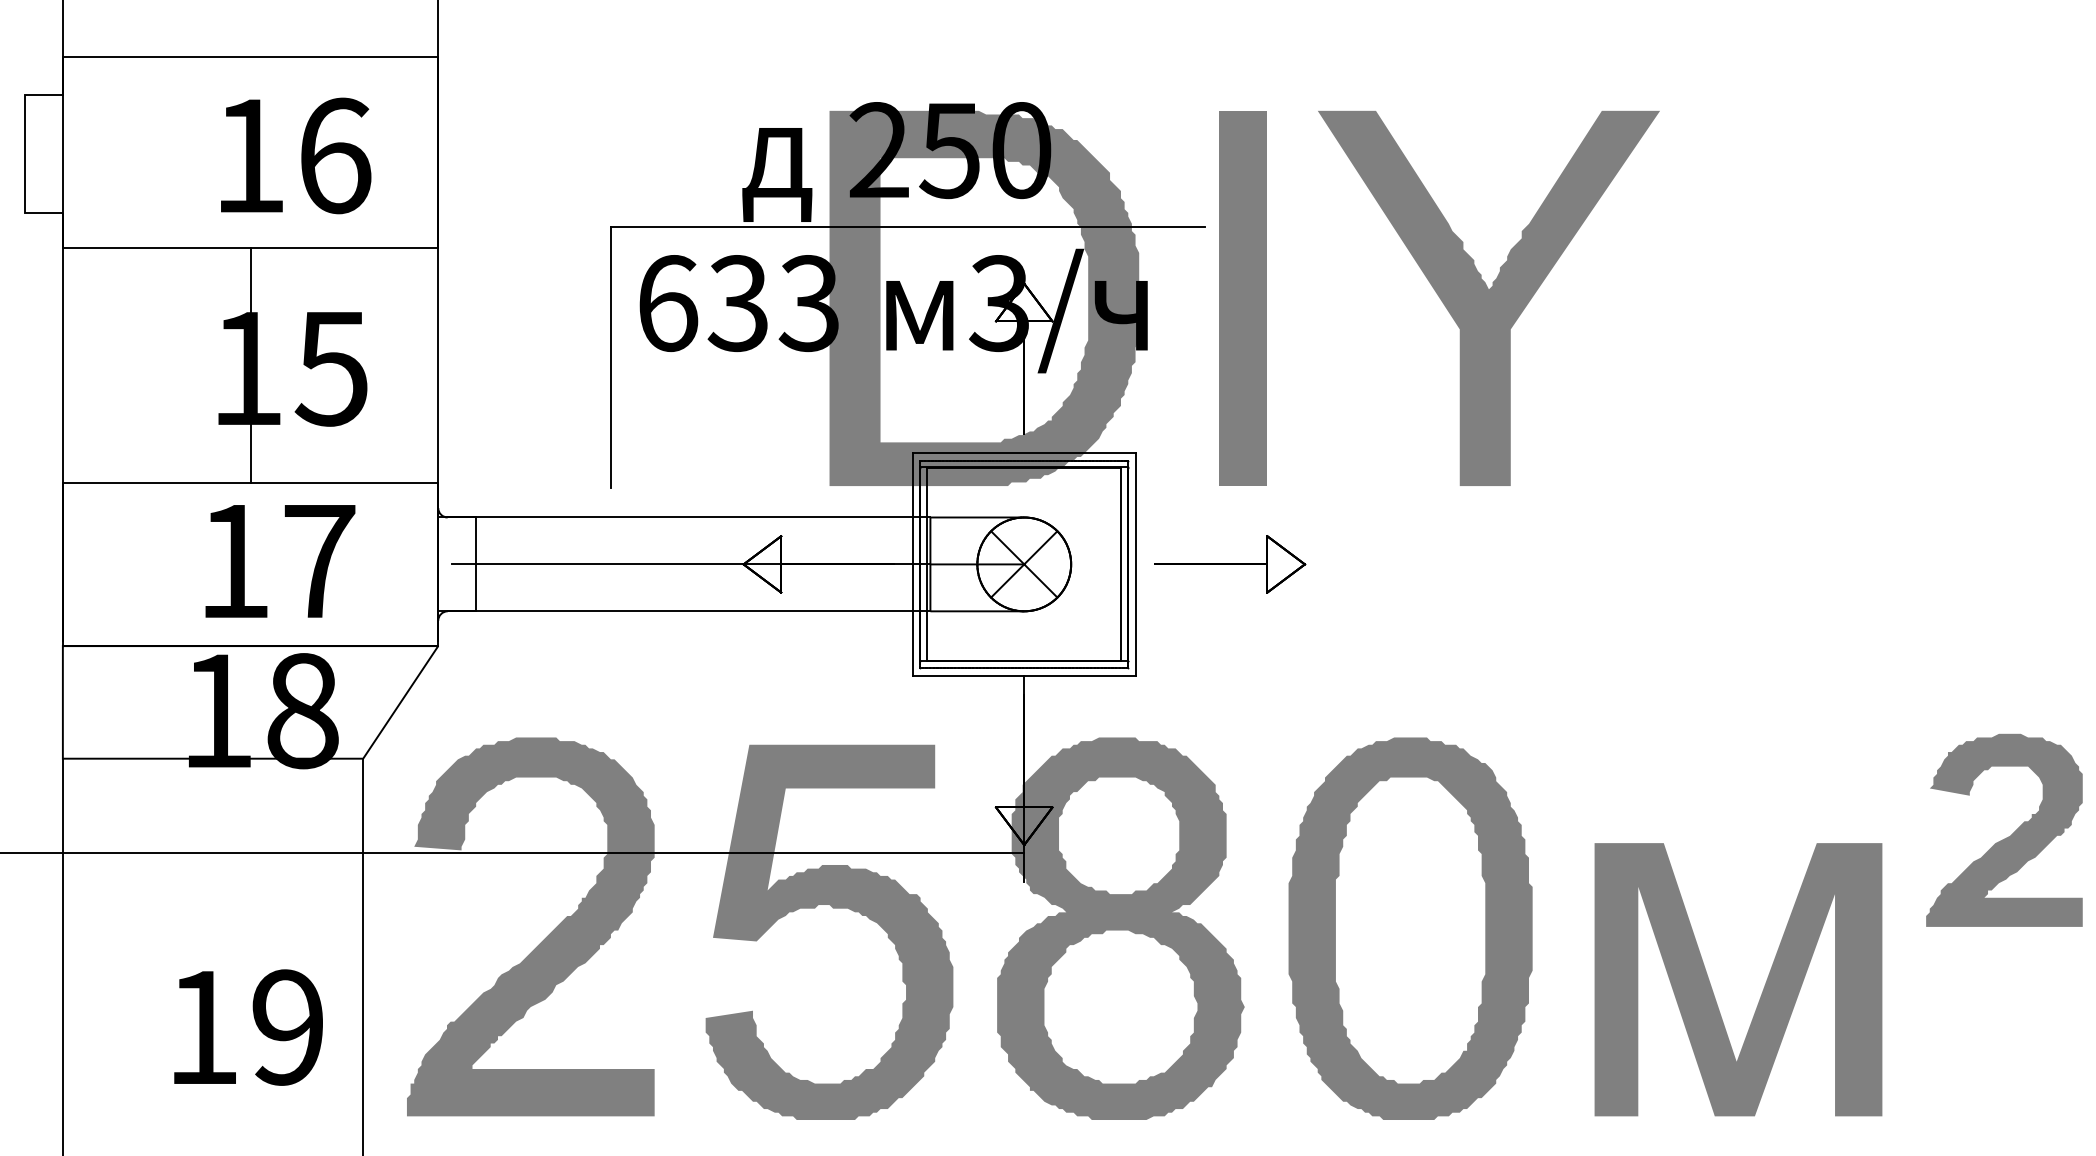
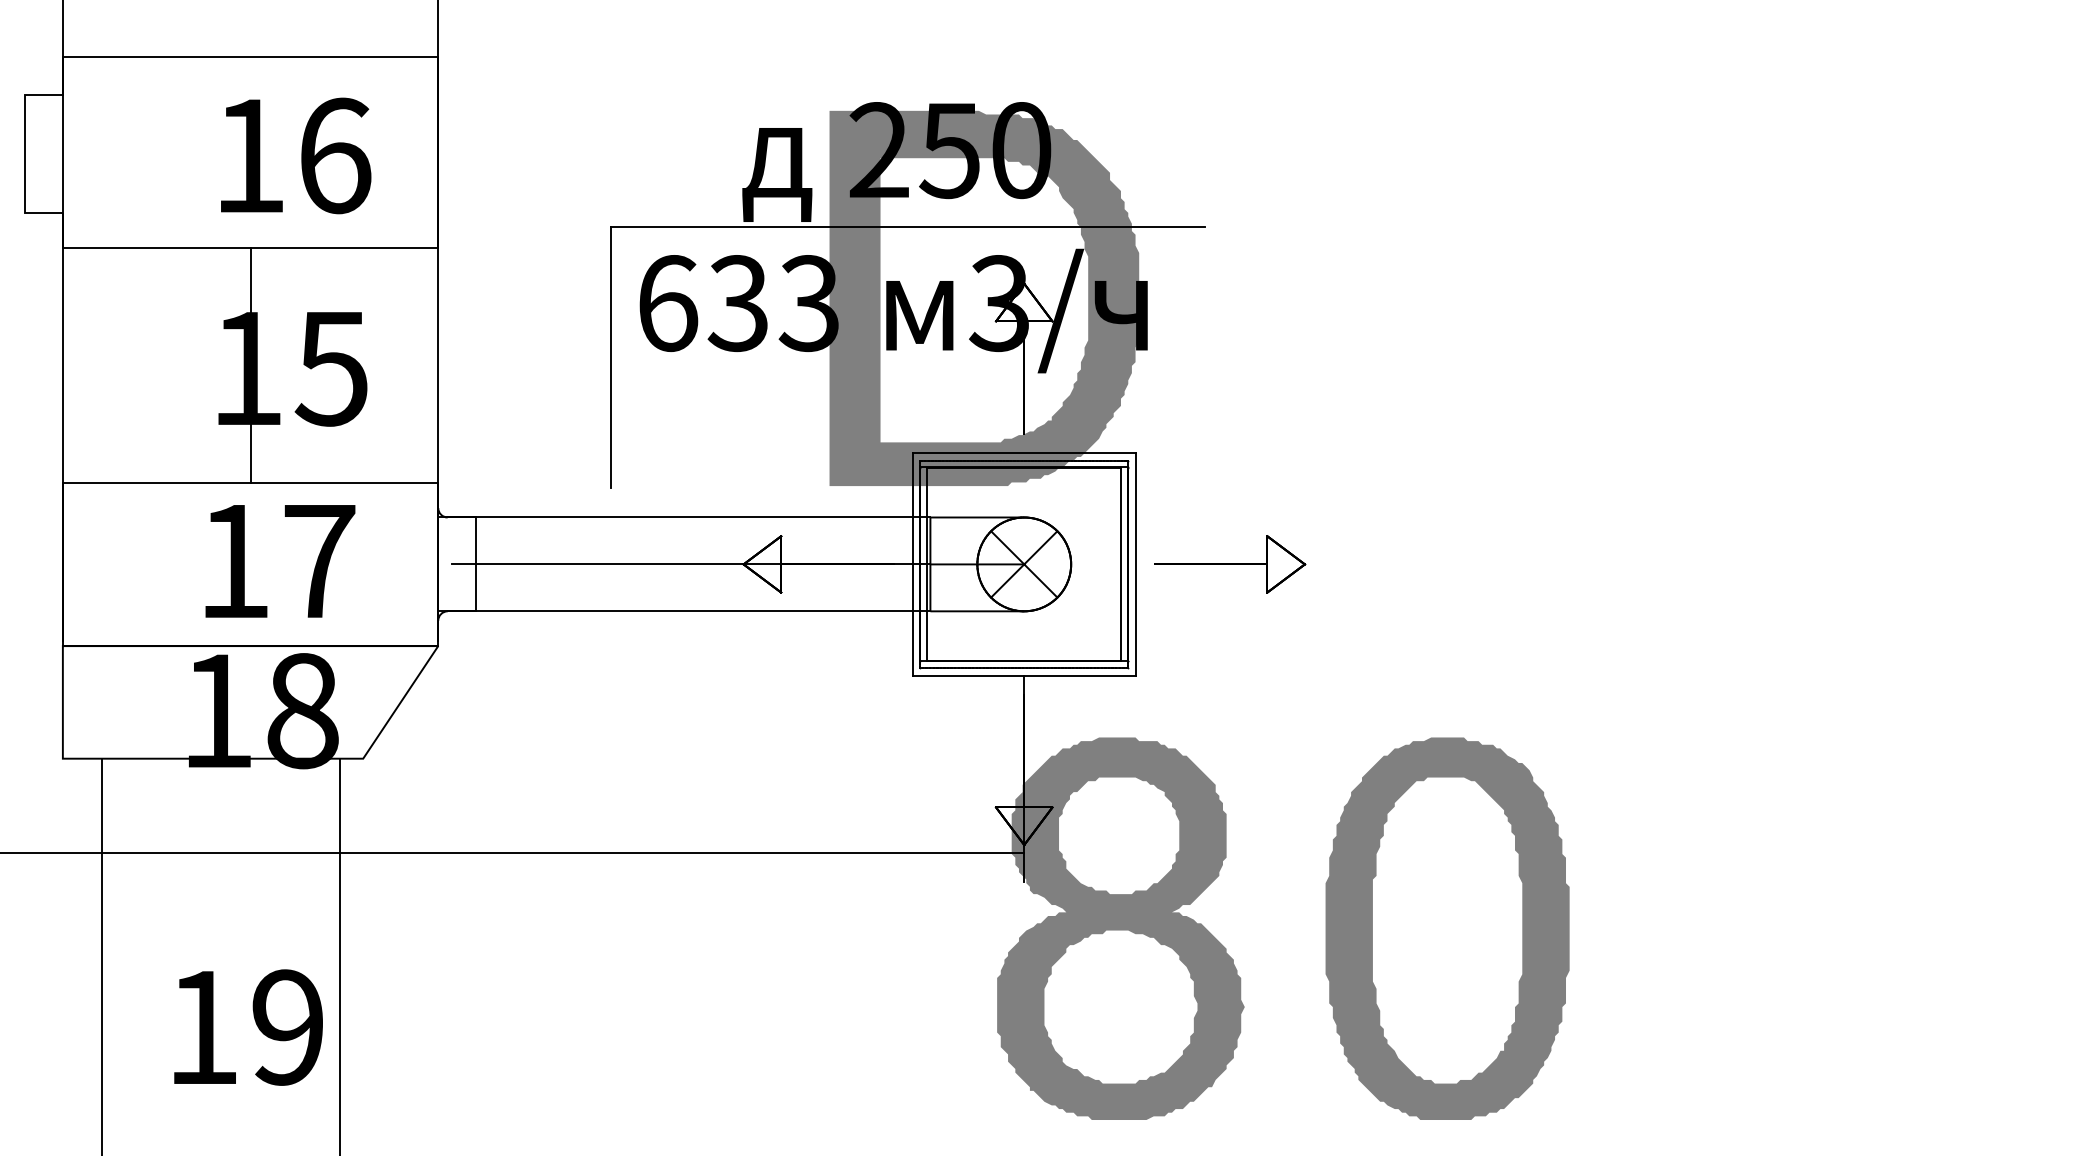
part at (1242, 298): present -> none
fill at (1488, 298): present -> none
part at (2008, 836): present -> none
fill at (530, 926): present -> none
part at (1410, 928) position: (1410, 928) -> (1447, 928)
fill at (829, 932): present -> none
line at (62, 955) position: (62, 955) -> (101, 955)
line at (363, 955) position: (363, 955) -> (340, 955)
part at (1763, 988): present -> none
